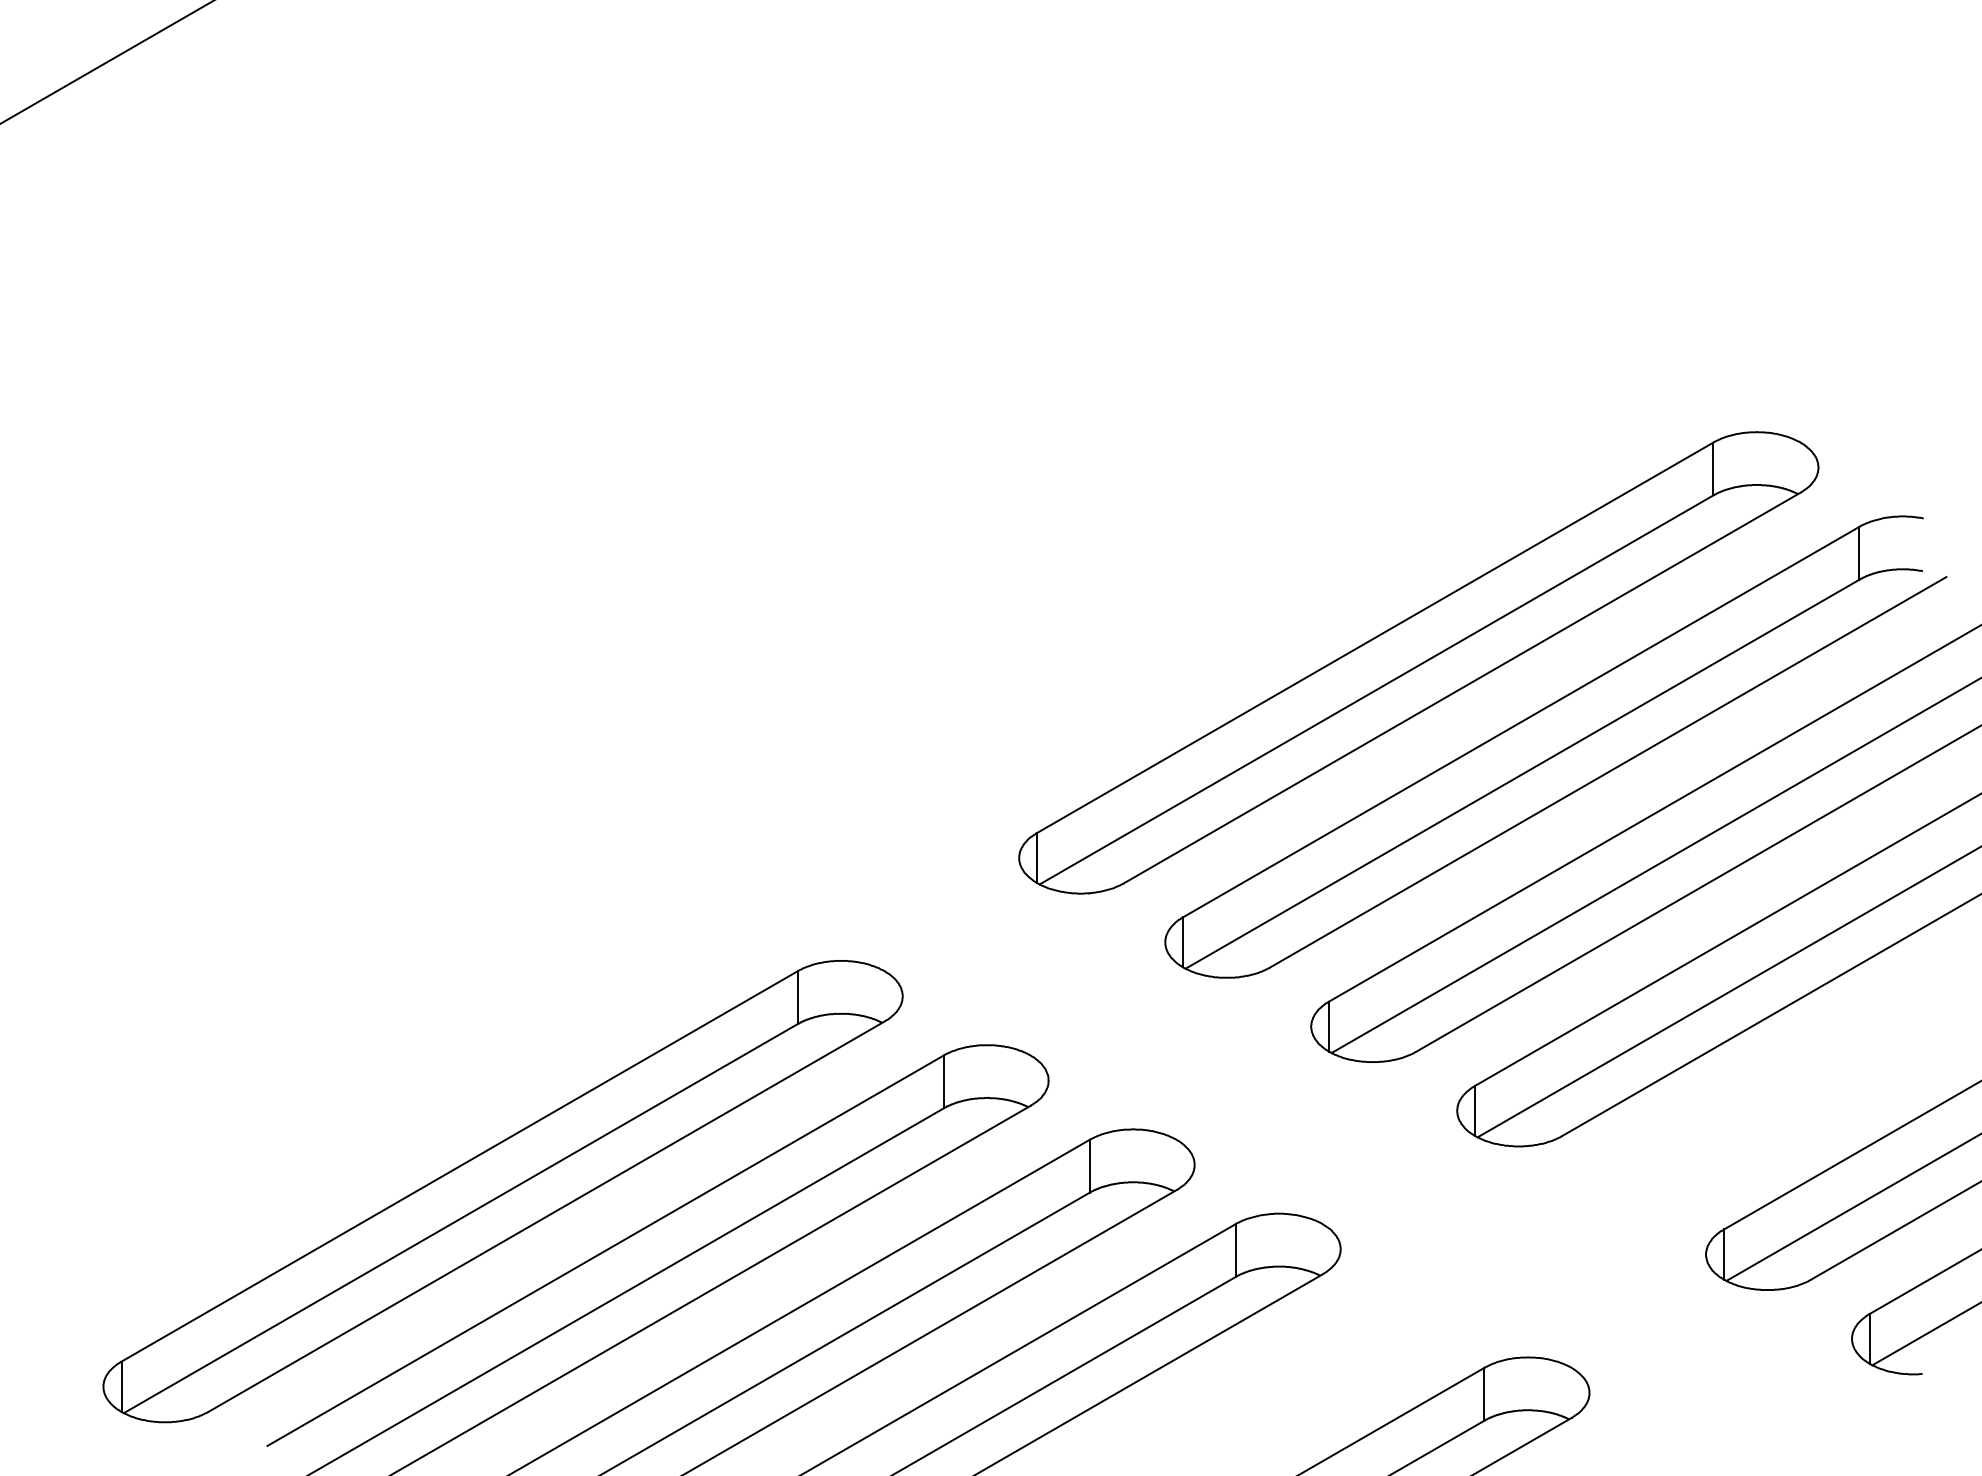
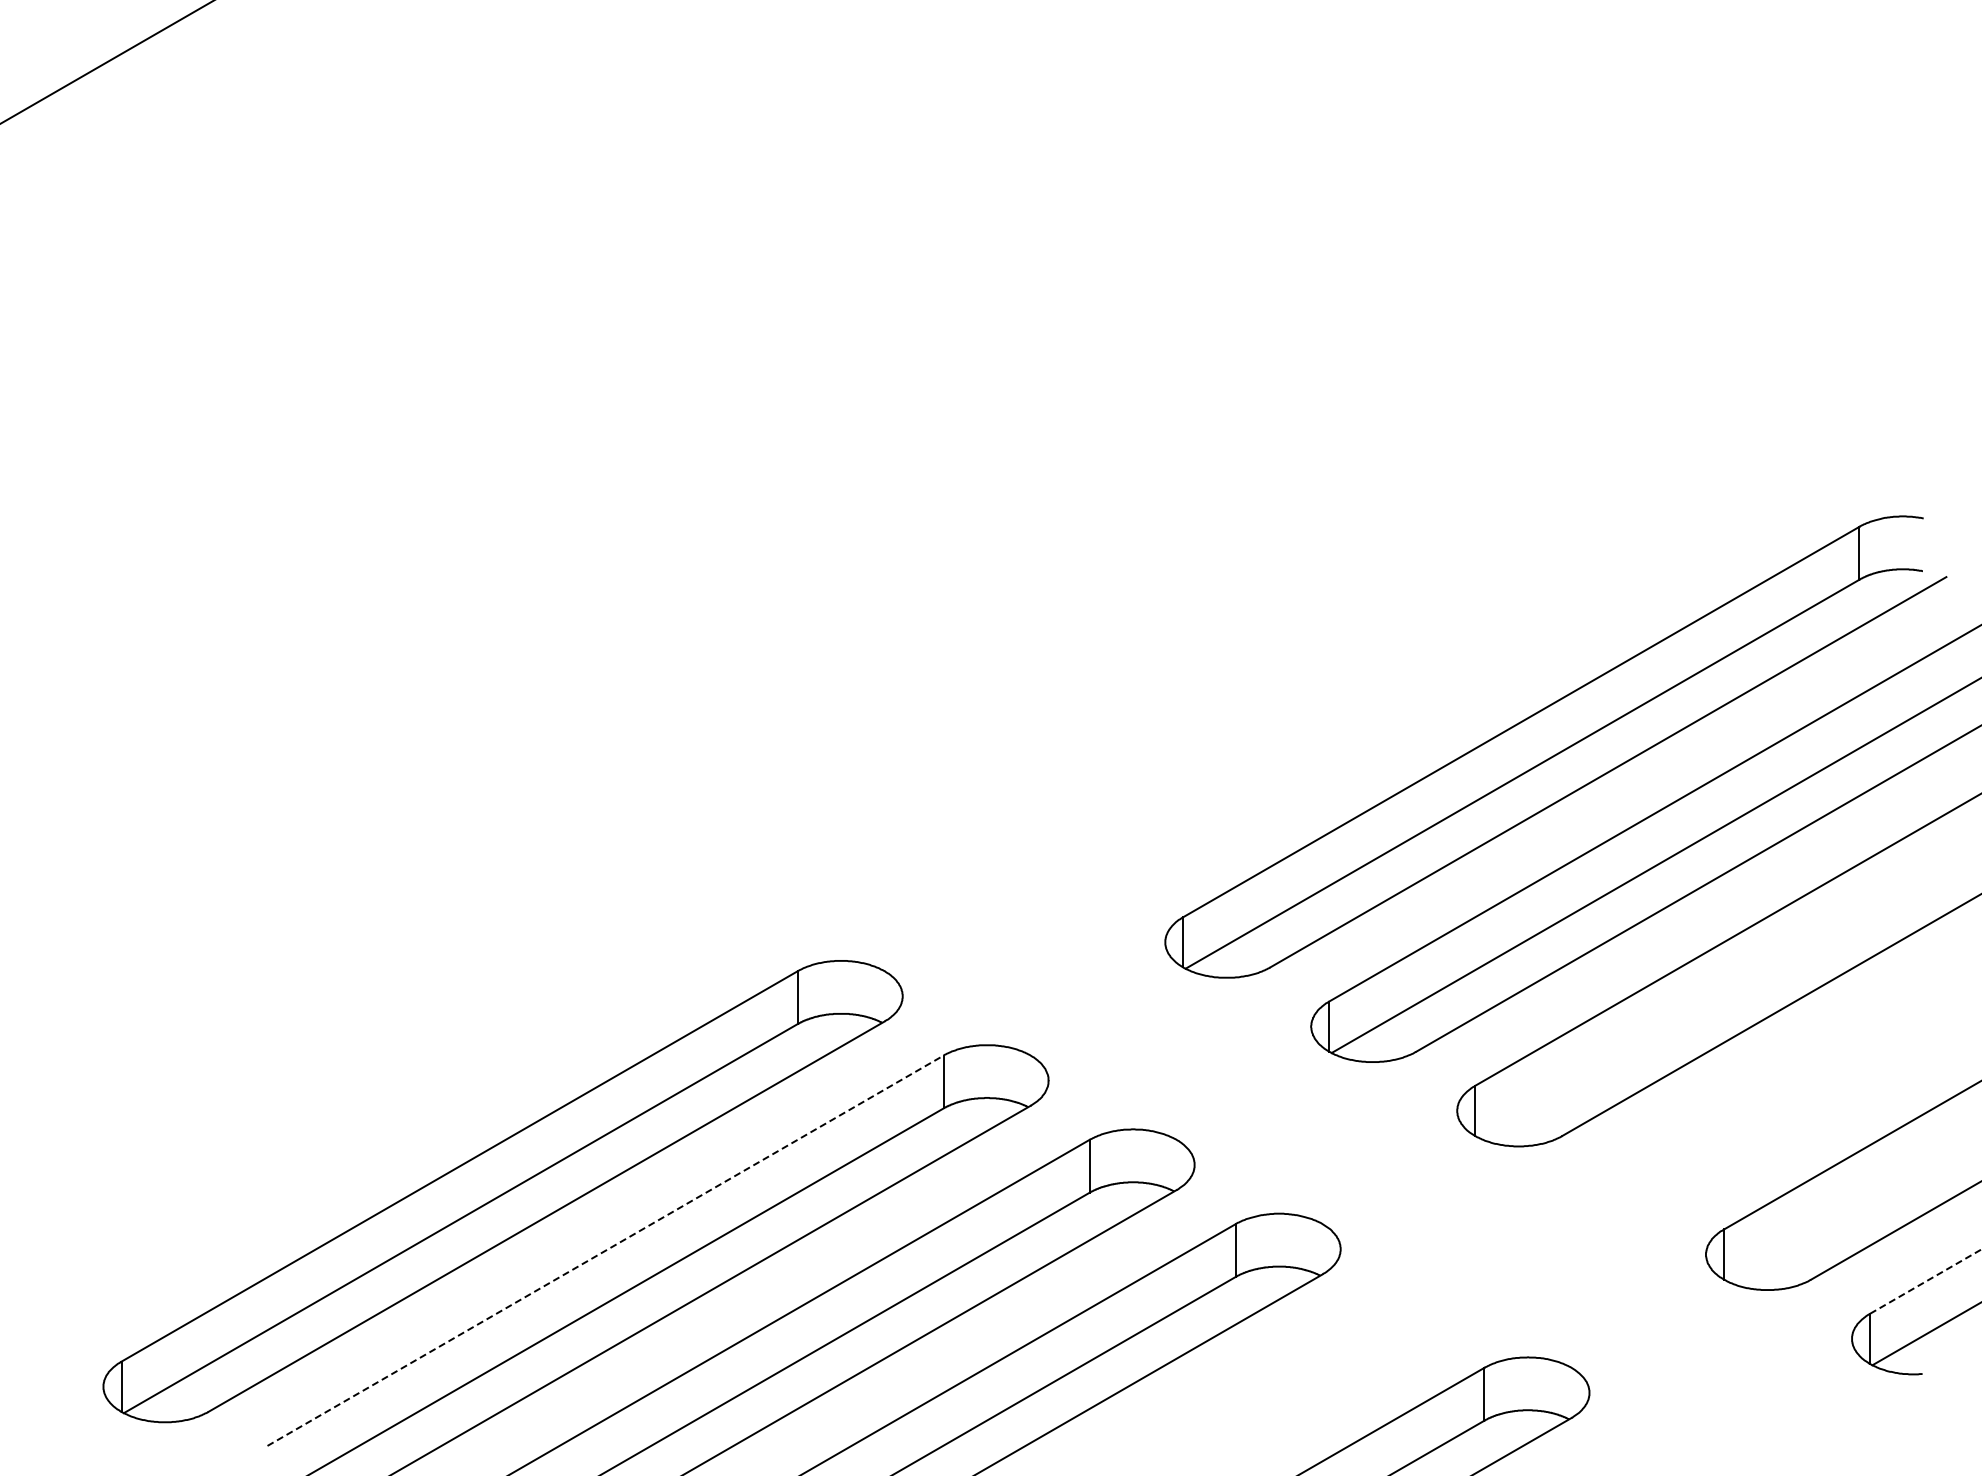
part at (1418, 662): present -> none
line at (1727, 992): present -> none
line at (1852, 1207): present -> none
line at (606, 1250): solid -> dashed
line at (1926, 1281): solid -> dashed
